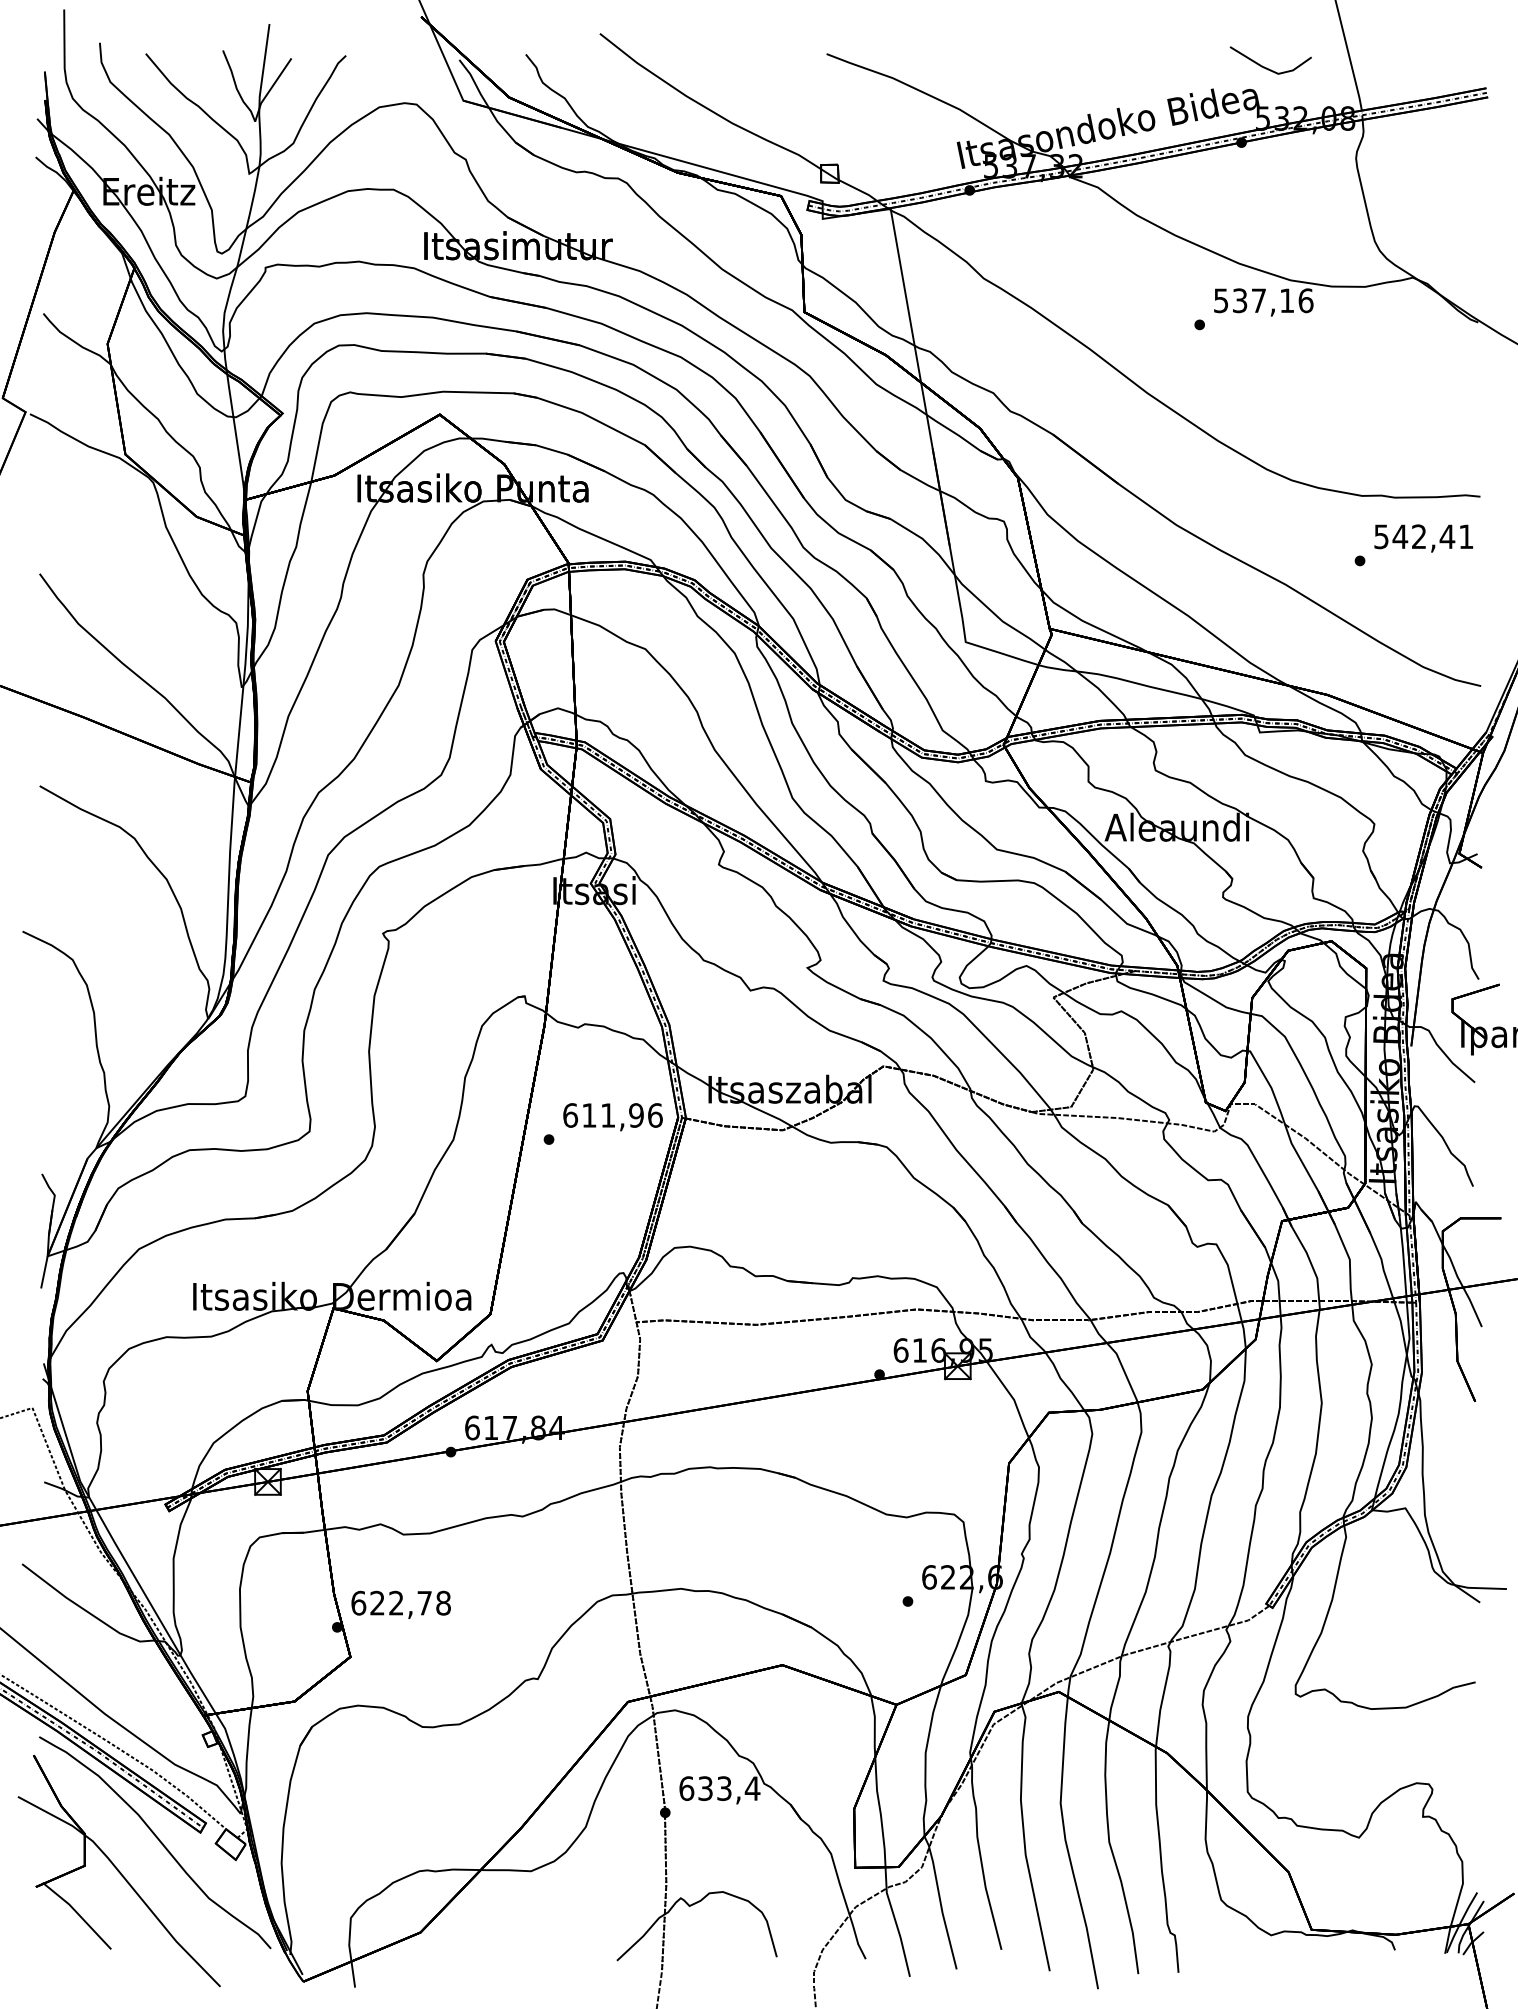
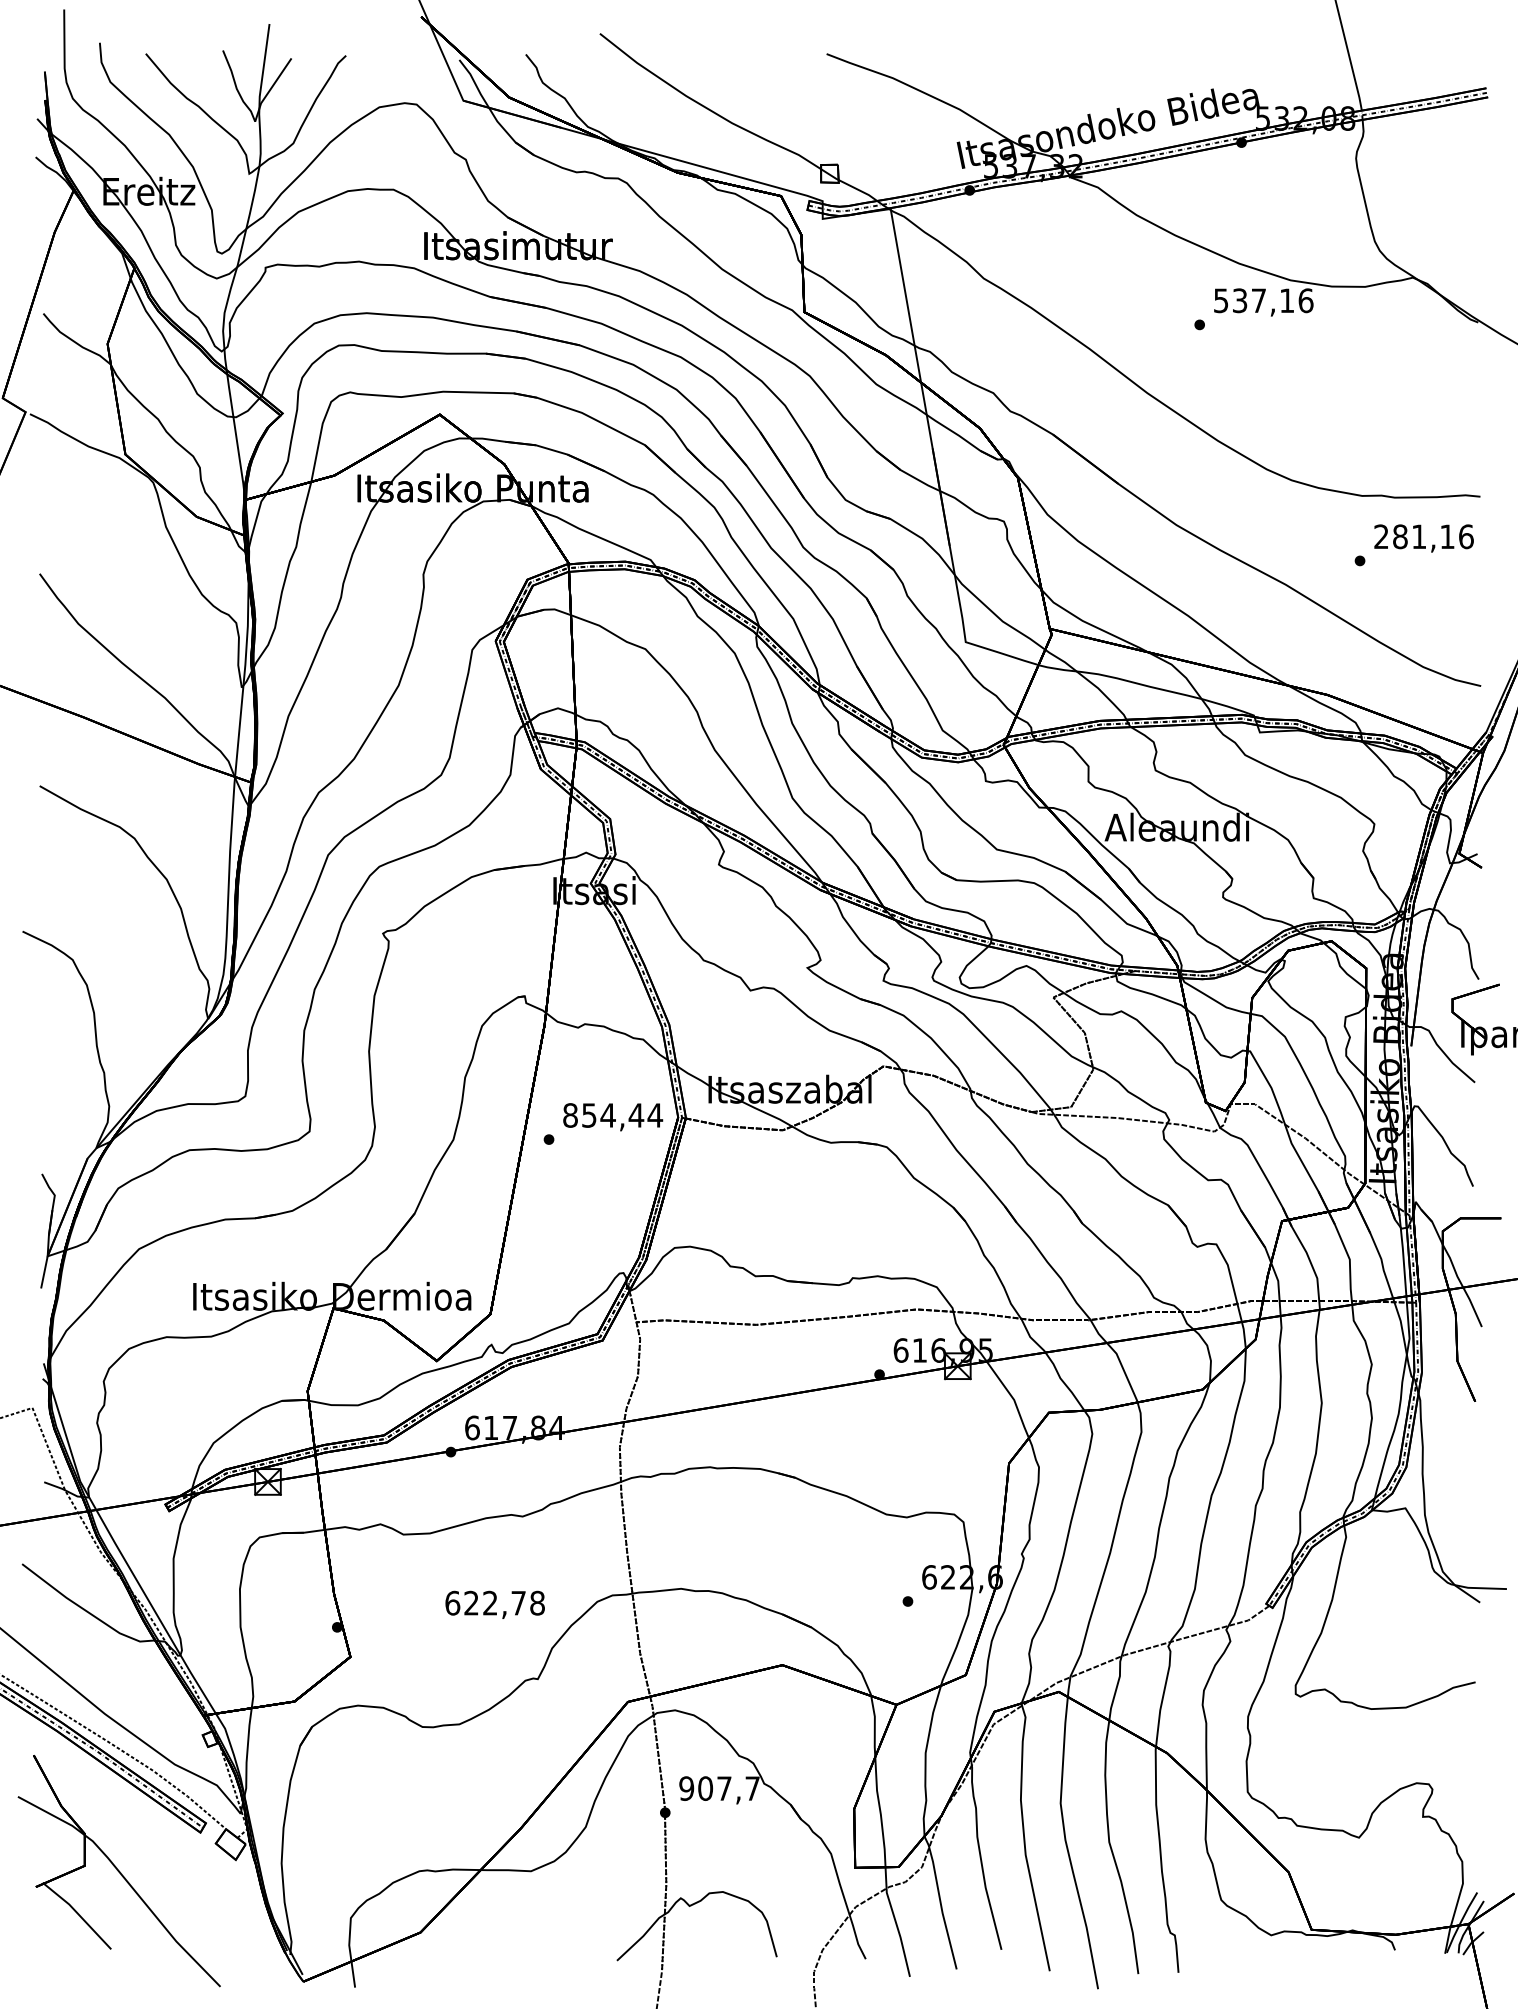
line at (1266, 67): present -> none
text at (1423, 536): 542,41 -> 281,16
text at (613, 1115): 611,96 -> 854,44
text at (400, 1604) position: (400, 1604) -> (494, 1604)
text at (719, 1788): 633,4 -> 907,7
curve at (157, 1839): present -> none
